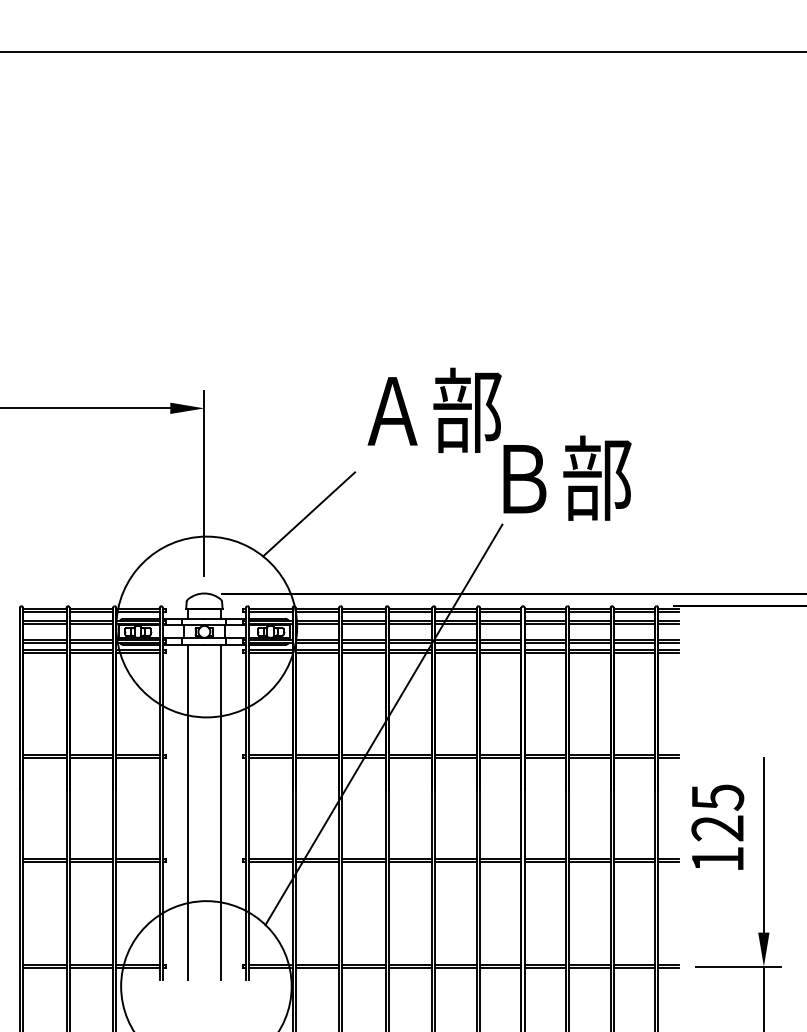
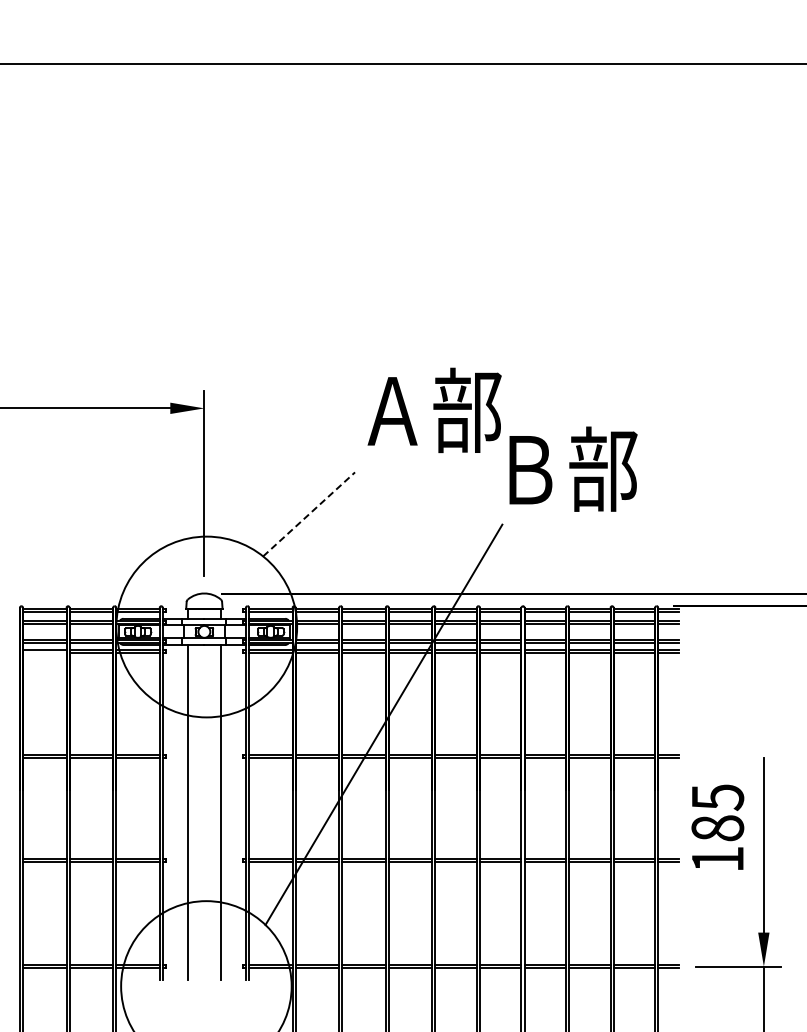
line at (402, 52) position: (402, 52) -> (402, 64)
text at (567, 477) position: (567, 477) -> (573, 468)
line at (309, 514): solid -> dashed
line at (44, 653): present -> none
text at (717, 828): 125 -> 185
